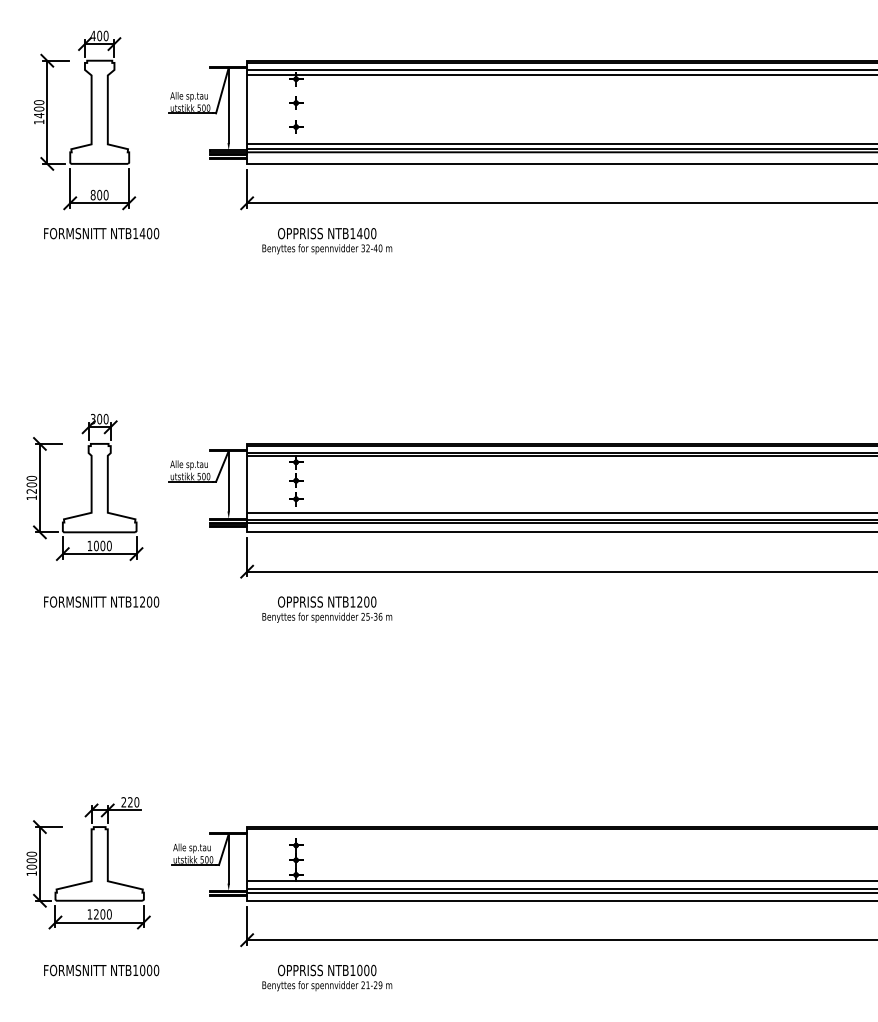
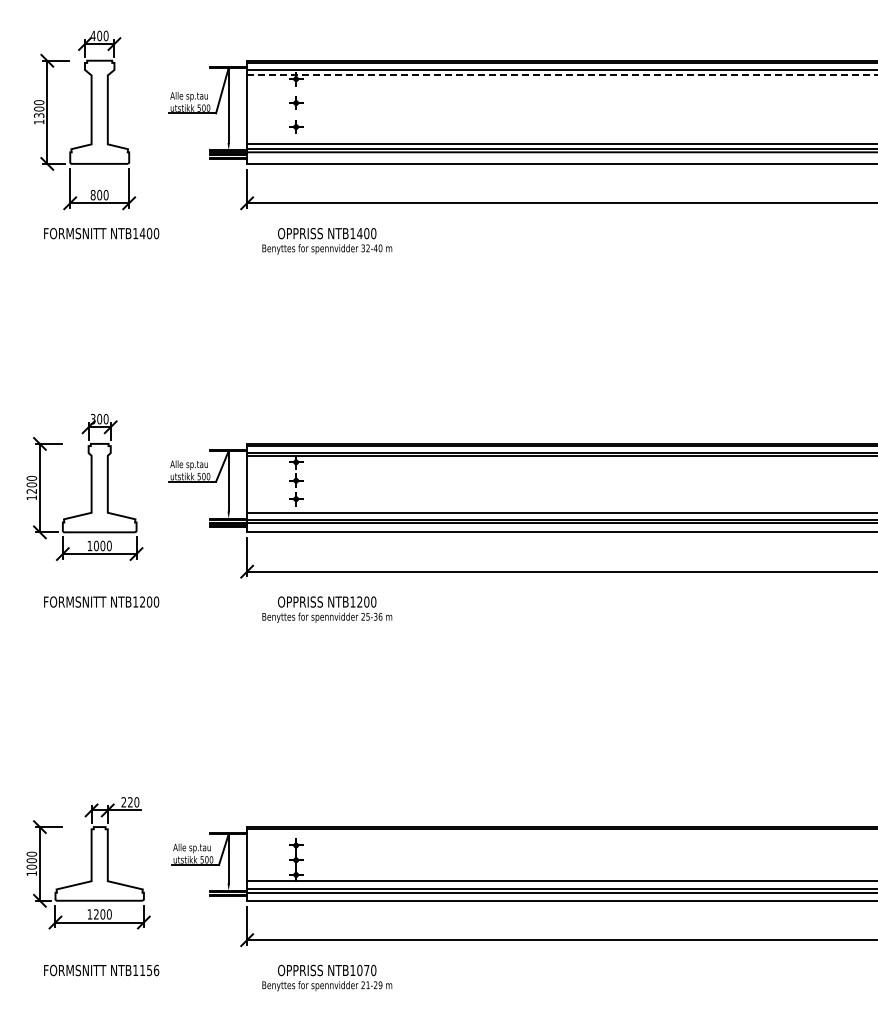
line at (563, 75): solid -> dashed
text at (39, 115): 1400 -> 1300
text at (149, 970): NTB1000 -> NTB1156
text at (366, 970): NTB1000 -> NTB1070
